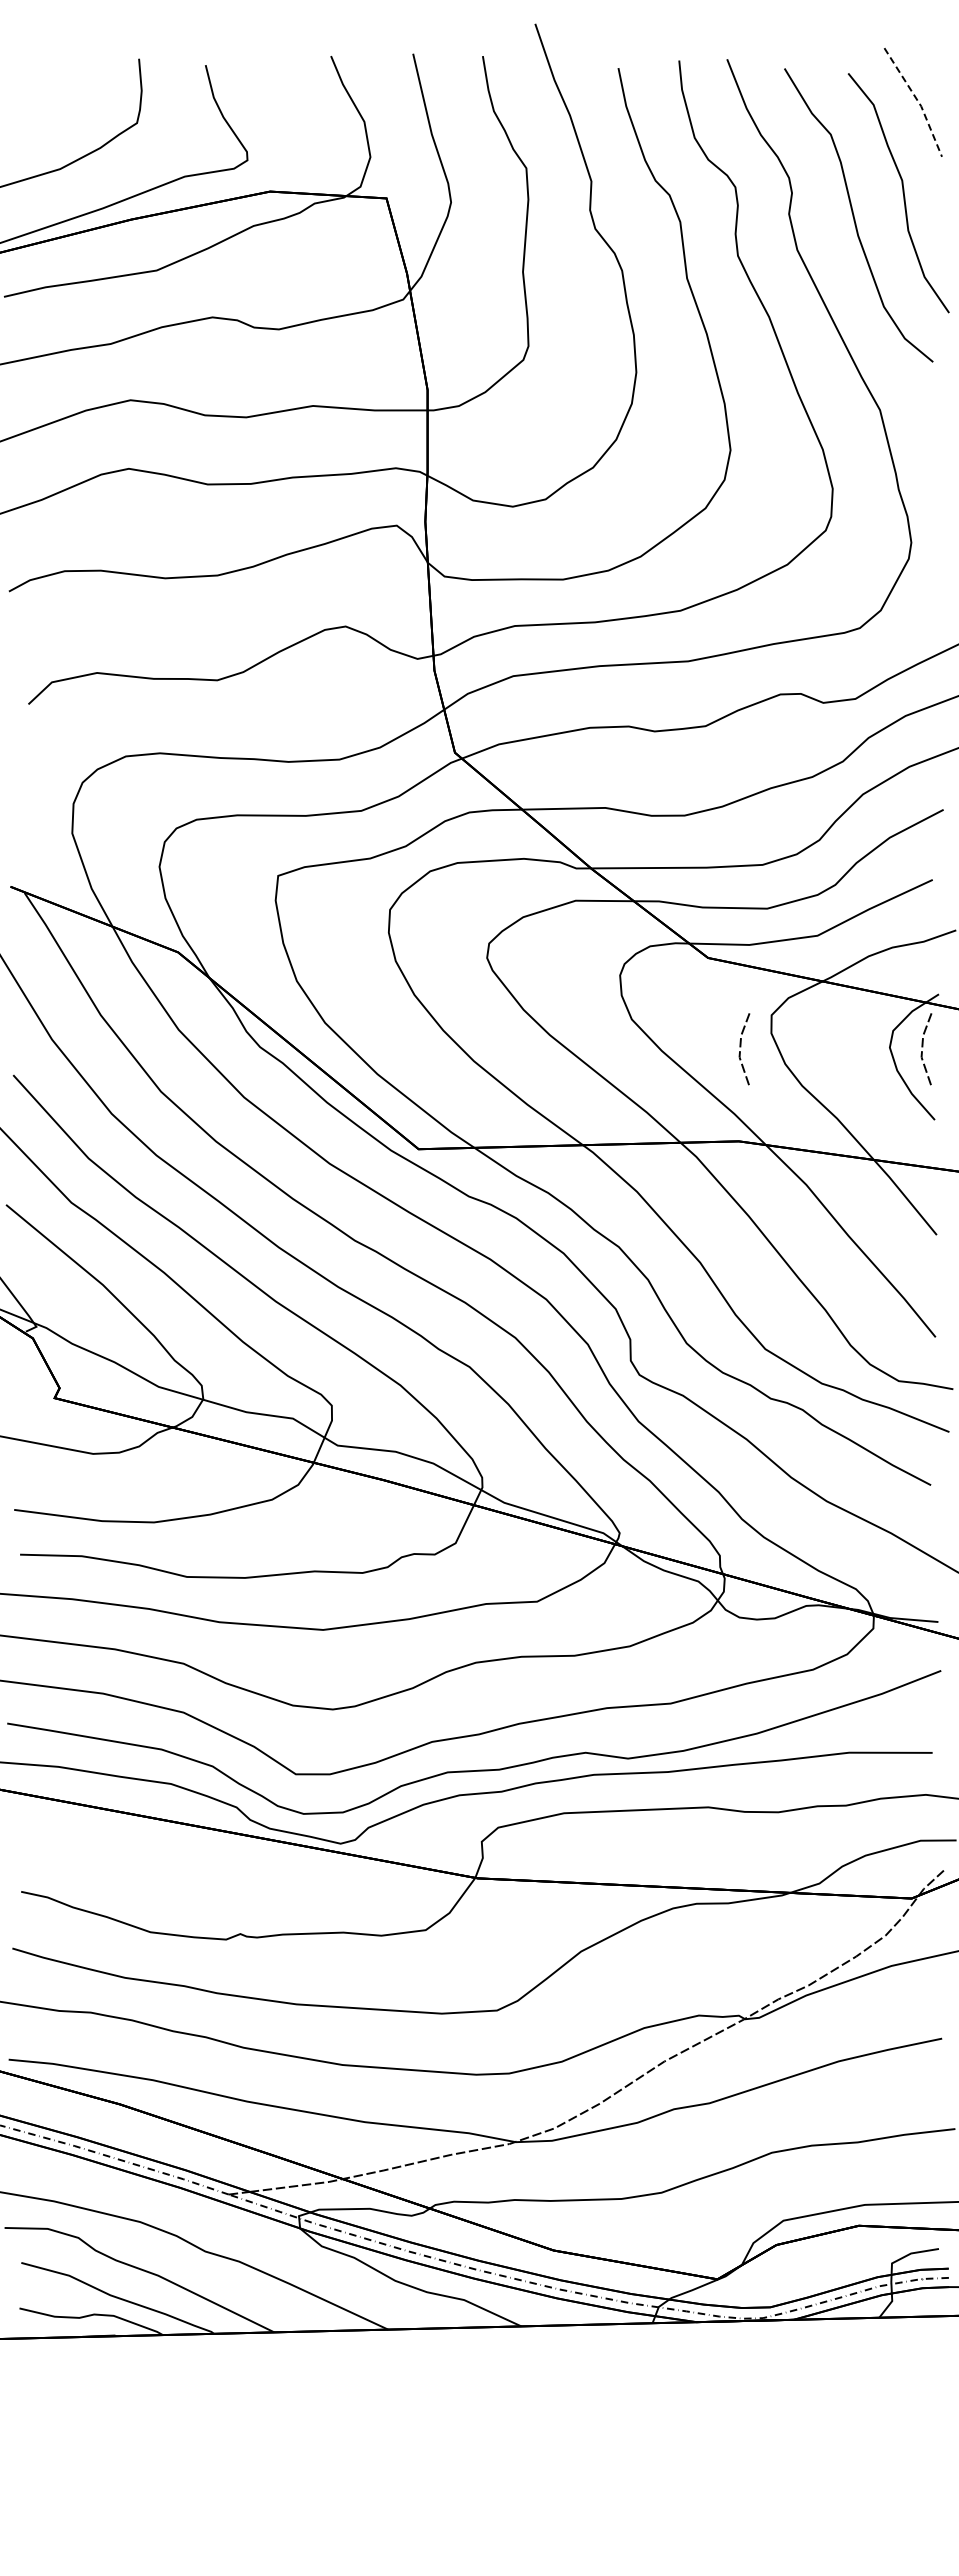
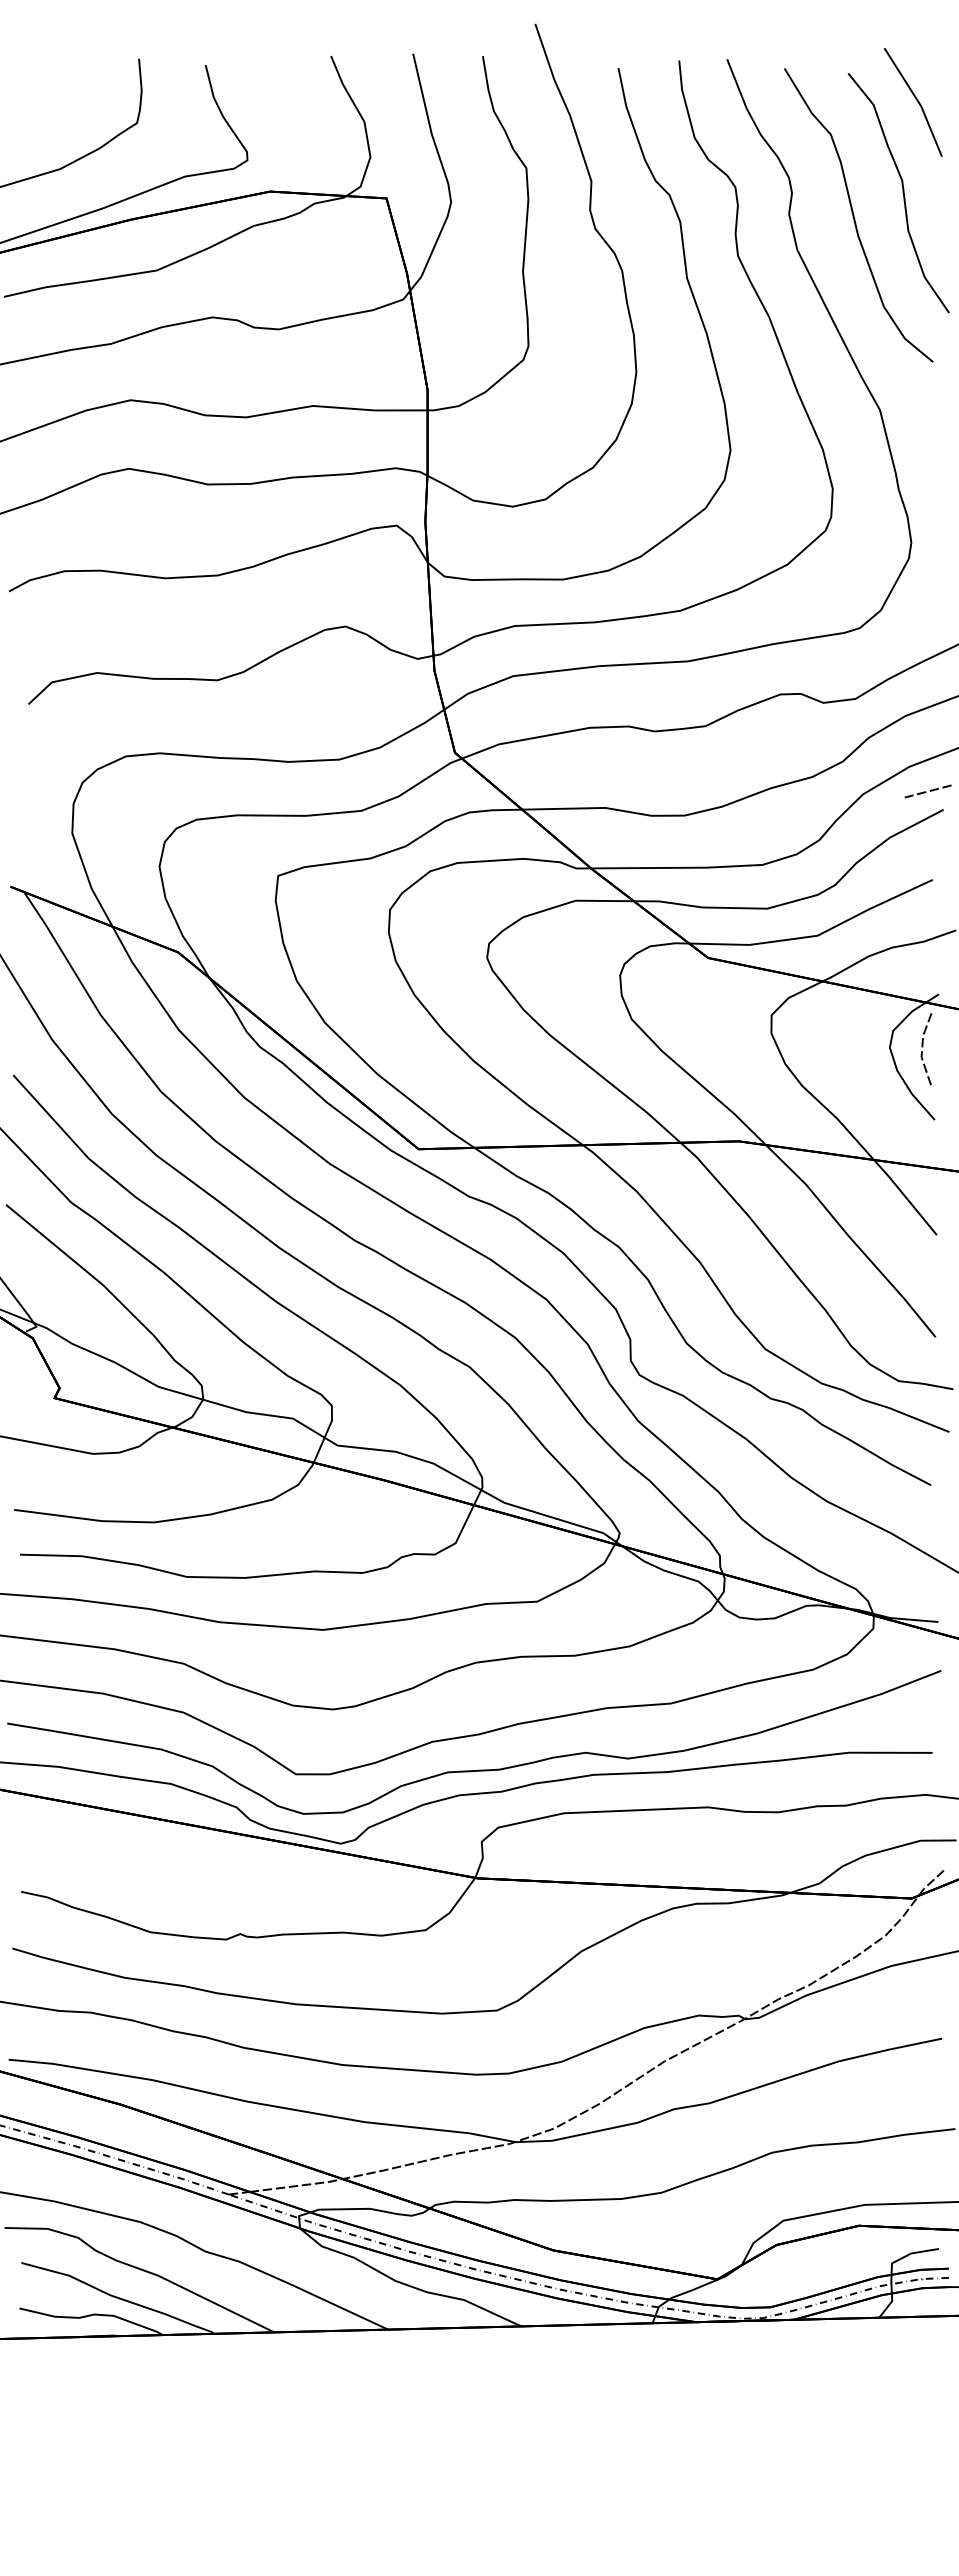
line at (918, 101): dashed -> solid
line at (926, 792): none -> present
line at (741, 1047): present -> none
